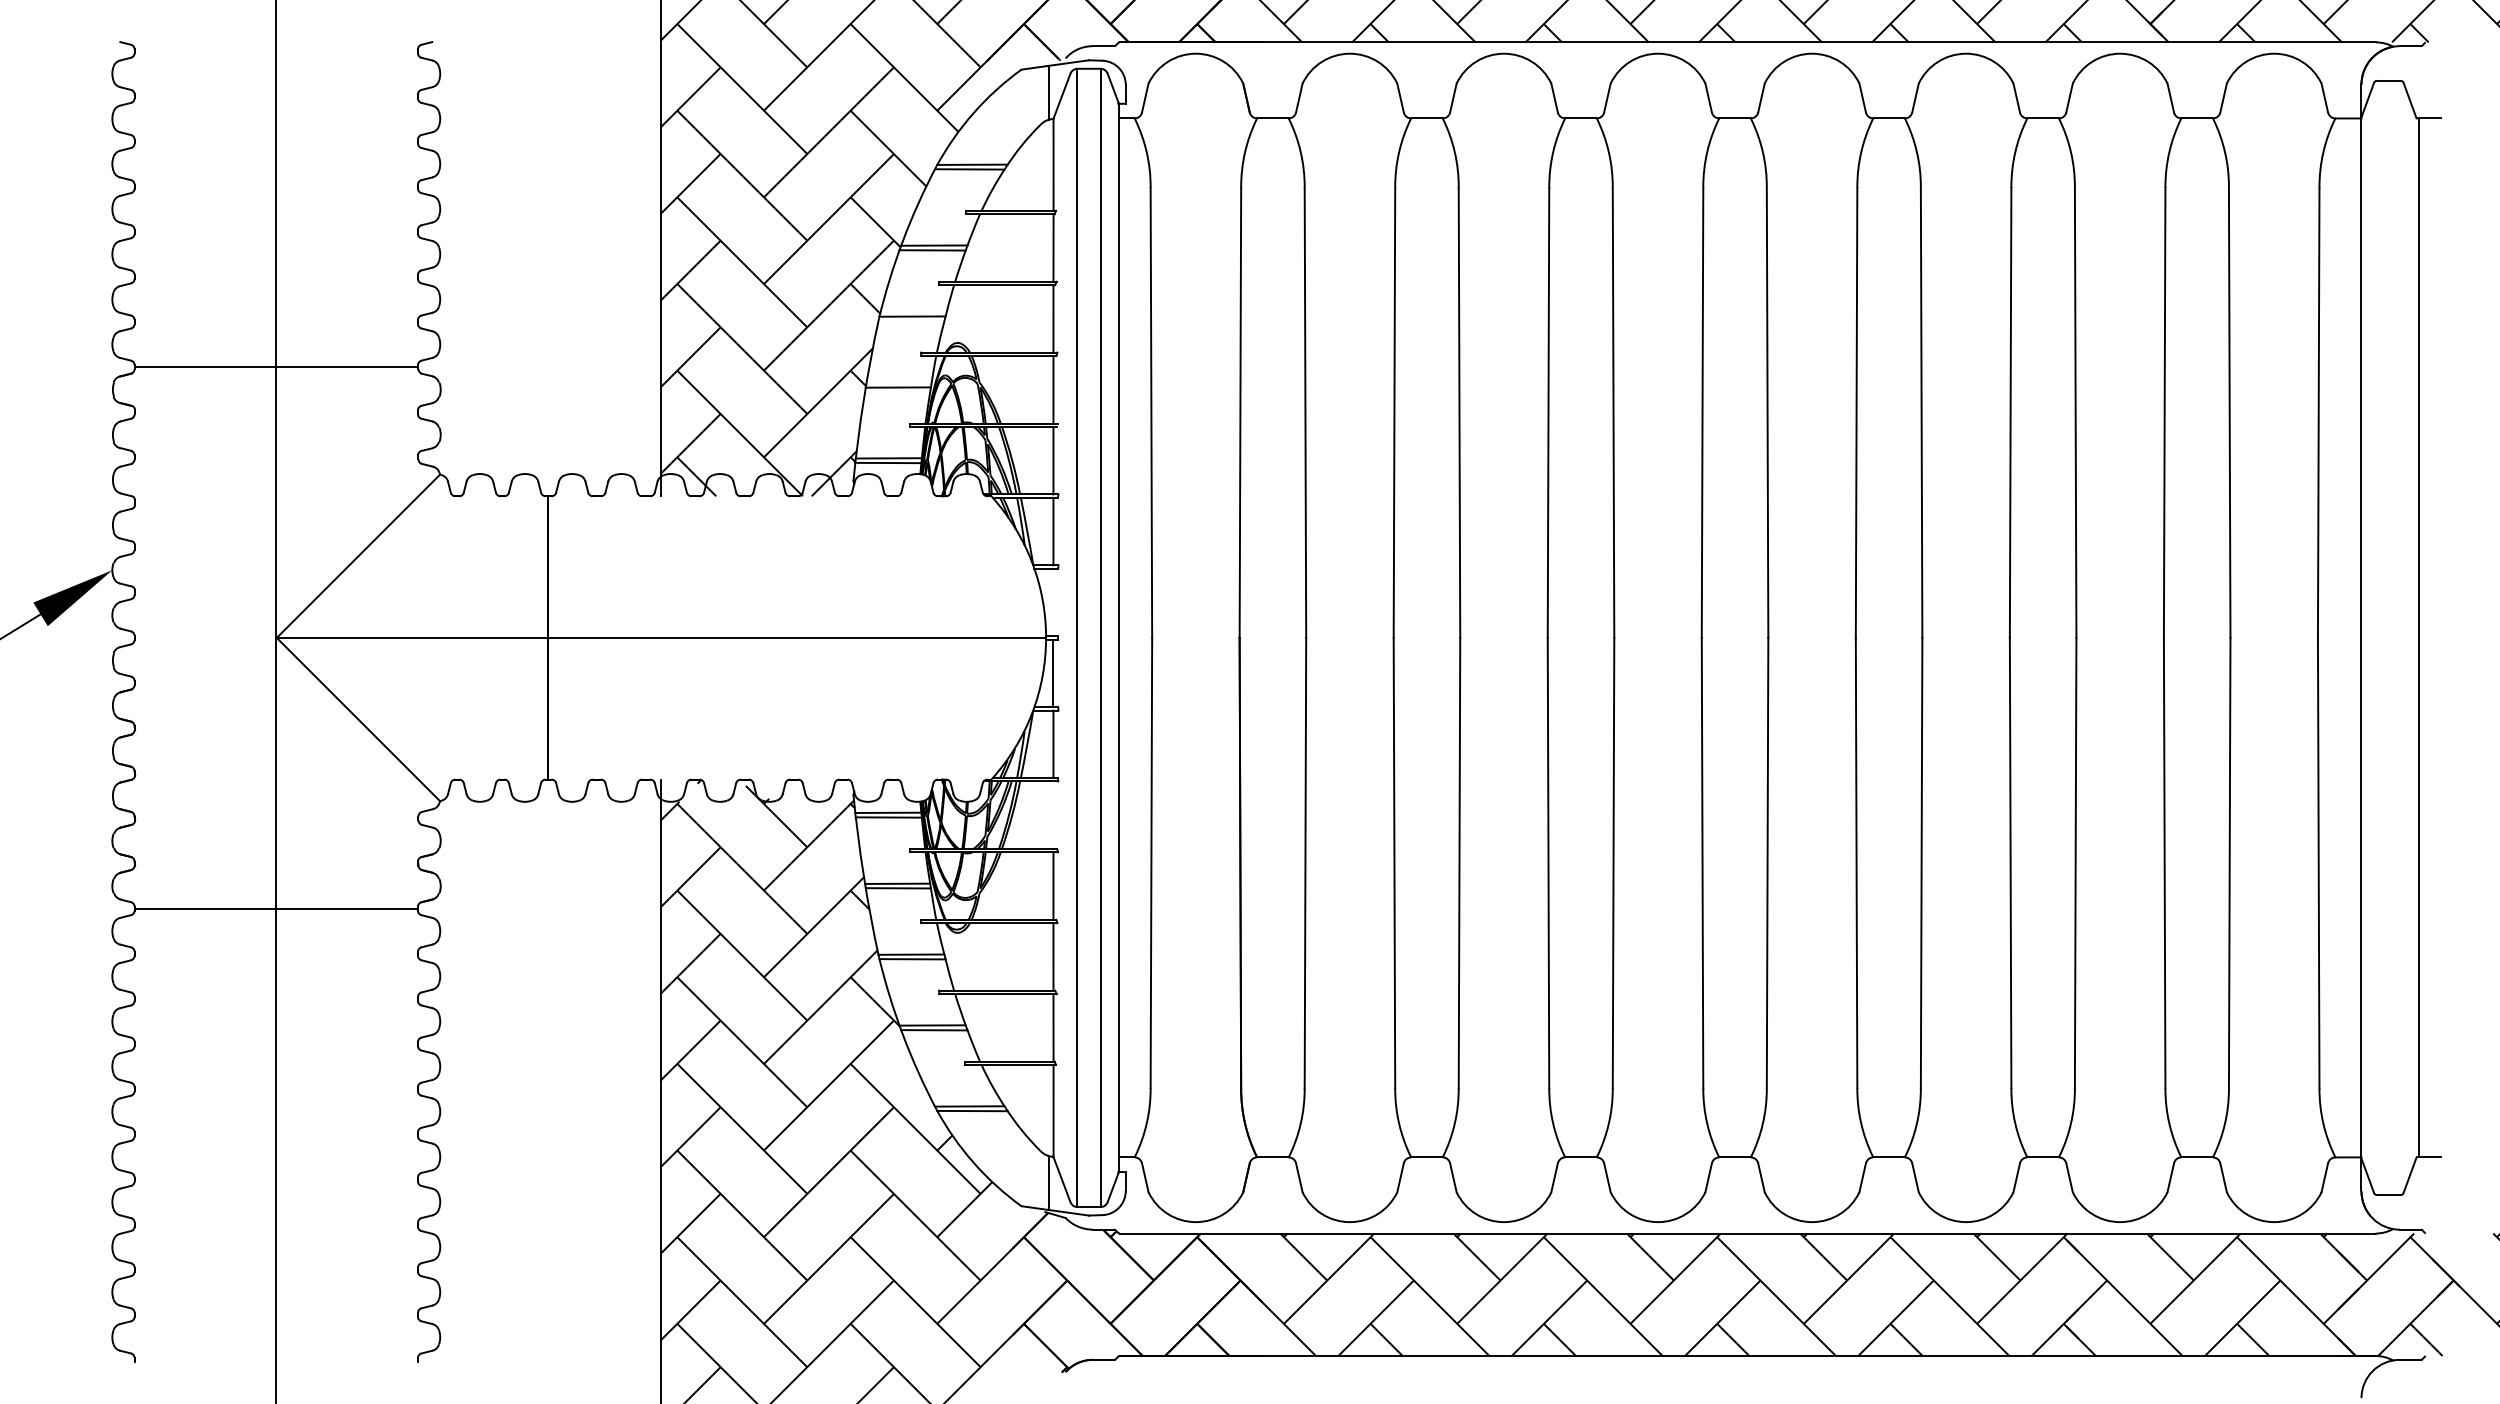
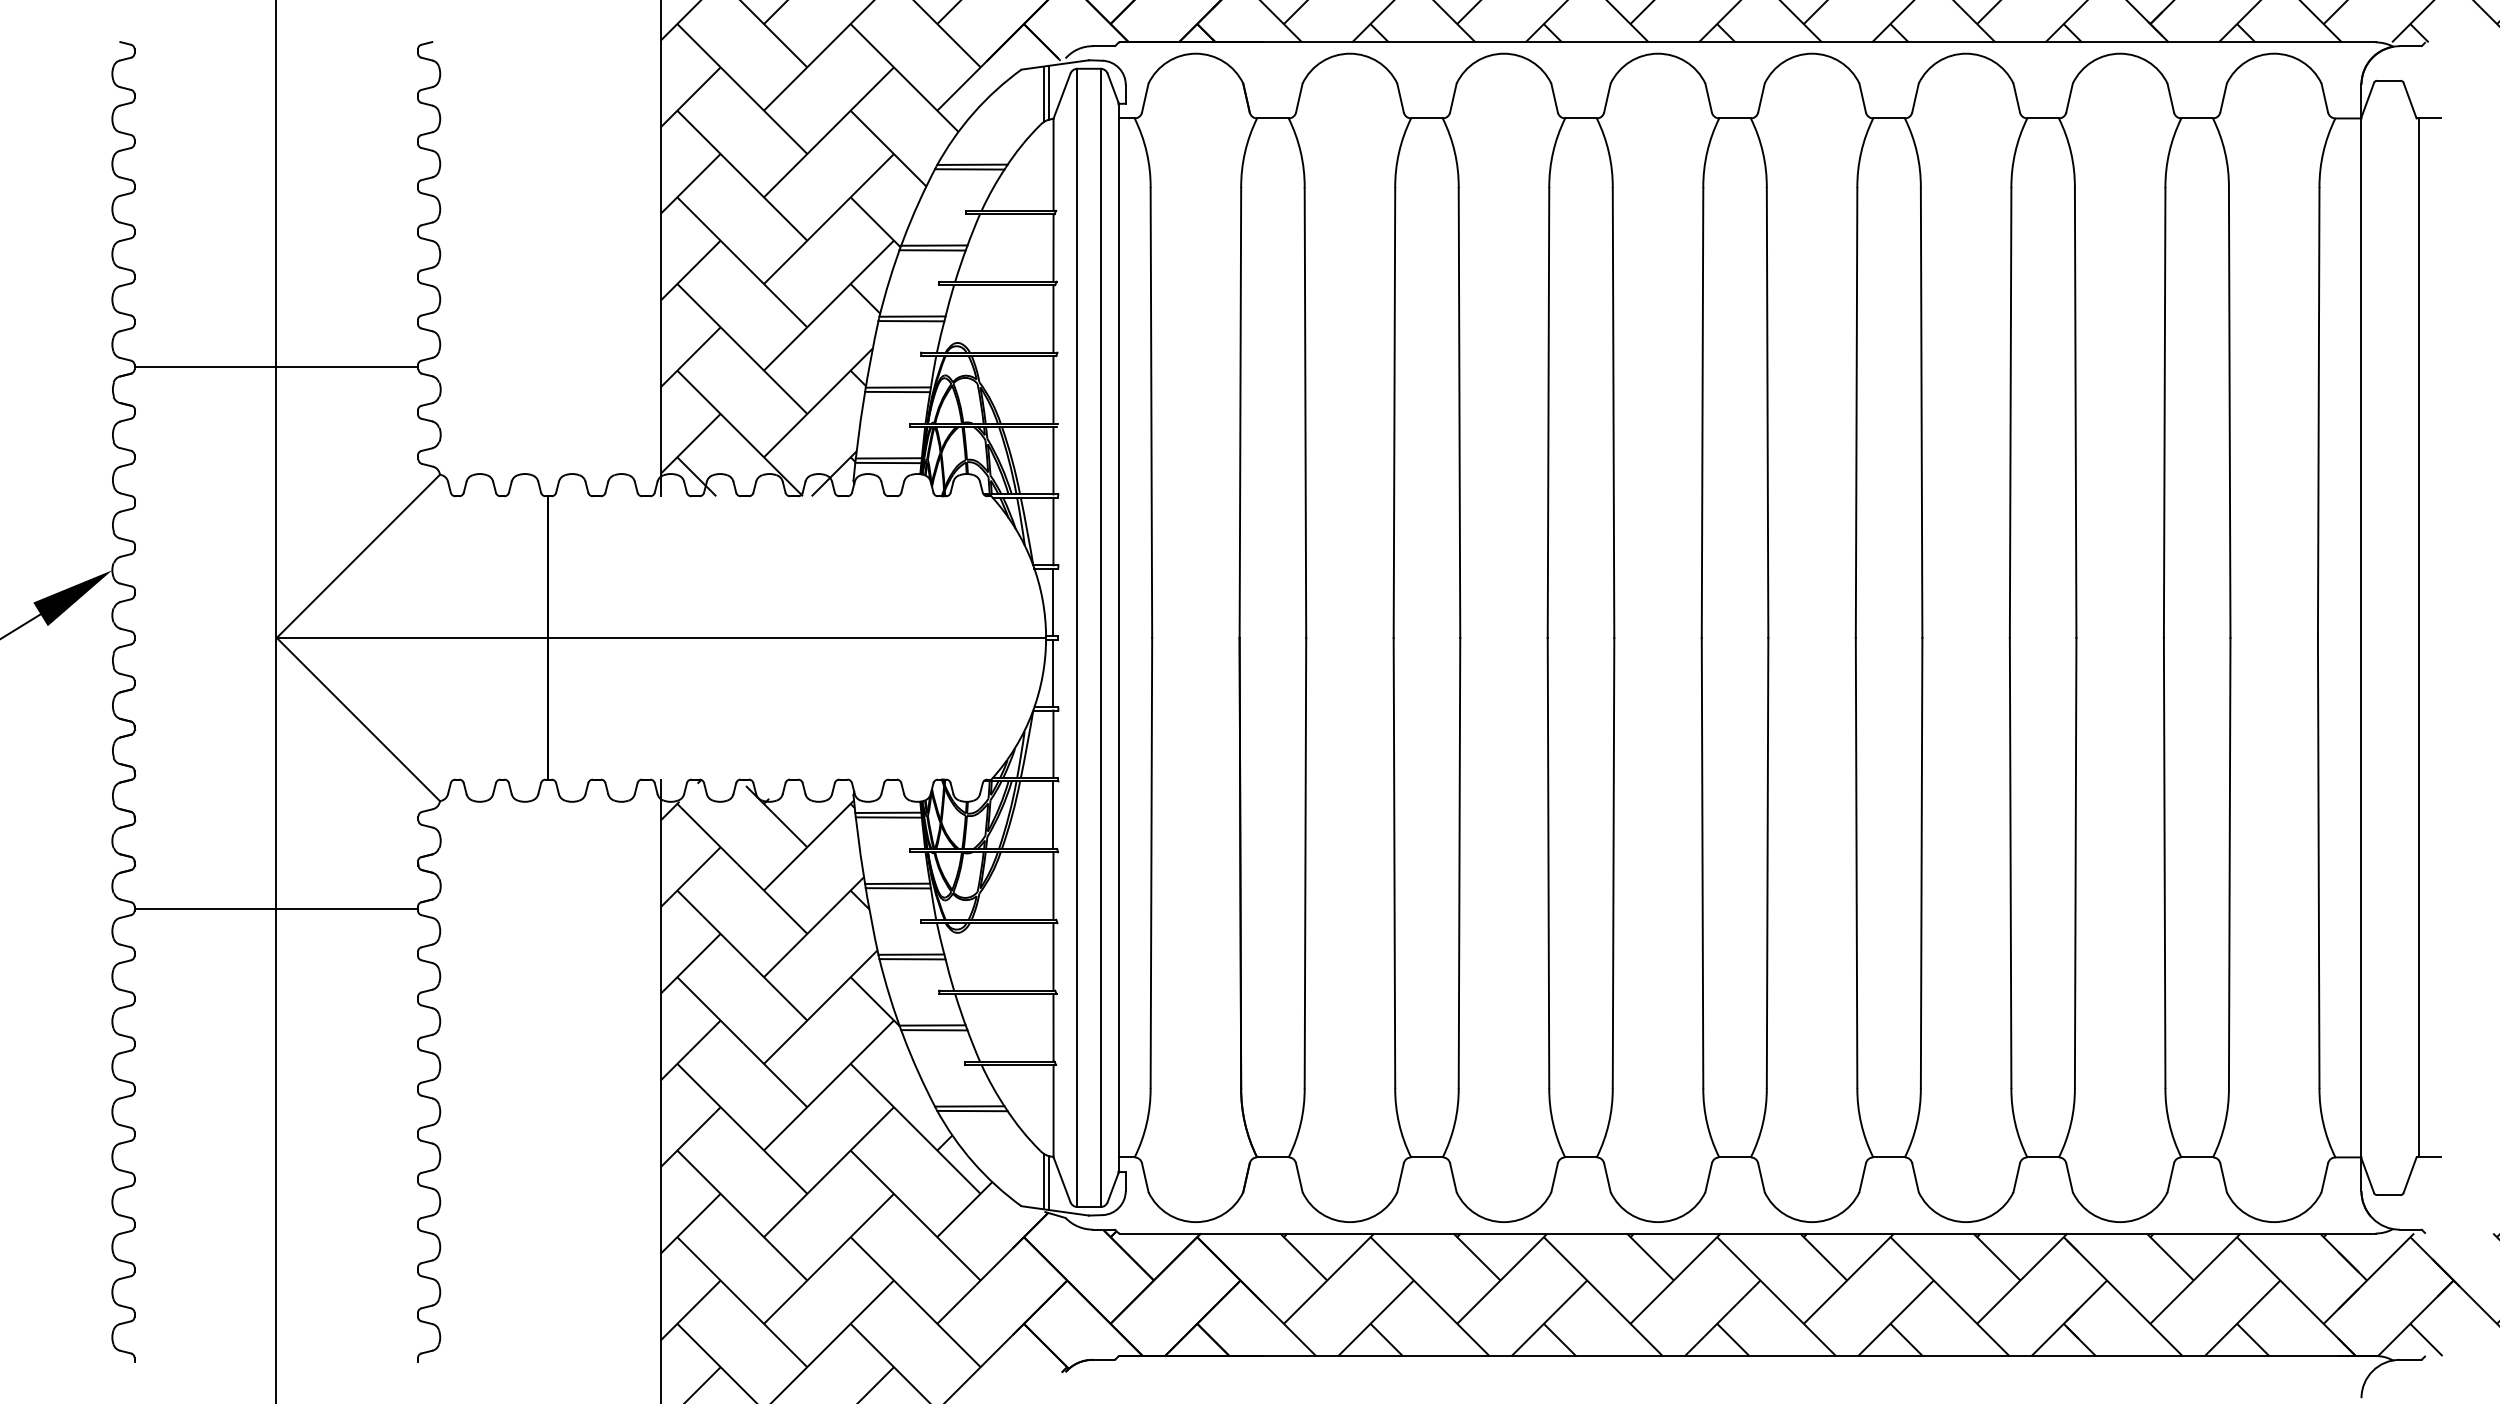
line at (1043, 94): none -> present
line at (911, 321): none -> present
line at (897, 391): none -> present
line at (1053, 602): none -> present
line at (1053, 814): none -> present
line at (1043, 1181): none -> present
